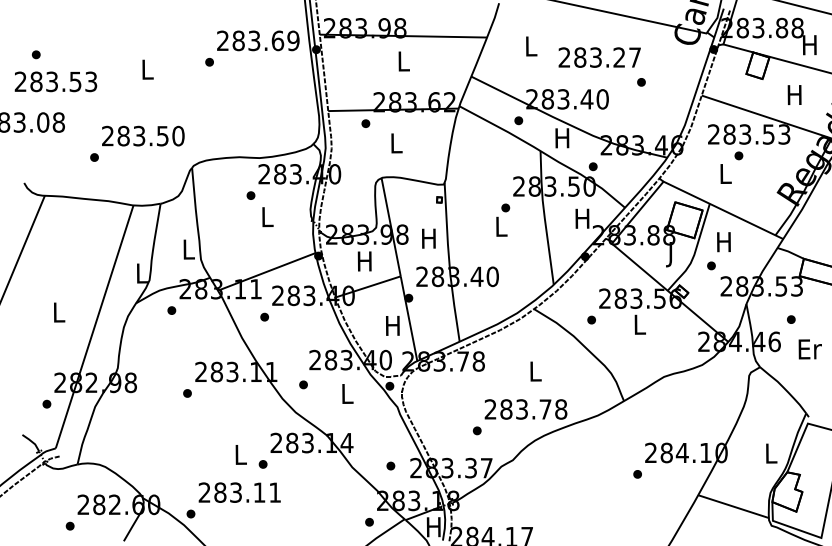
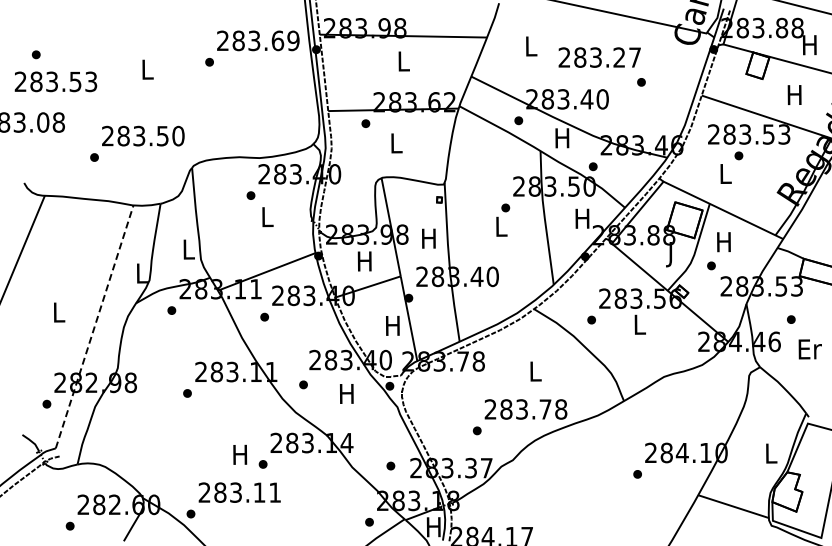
line at (94, 326): solid -> dashed
text at (346, 393): L -> H
text at (240, 454): L -> H
